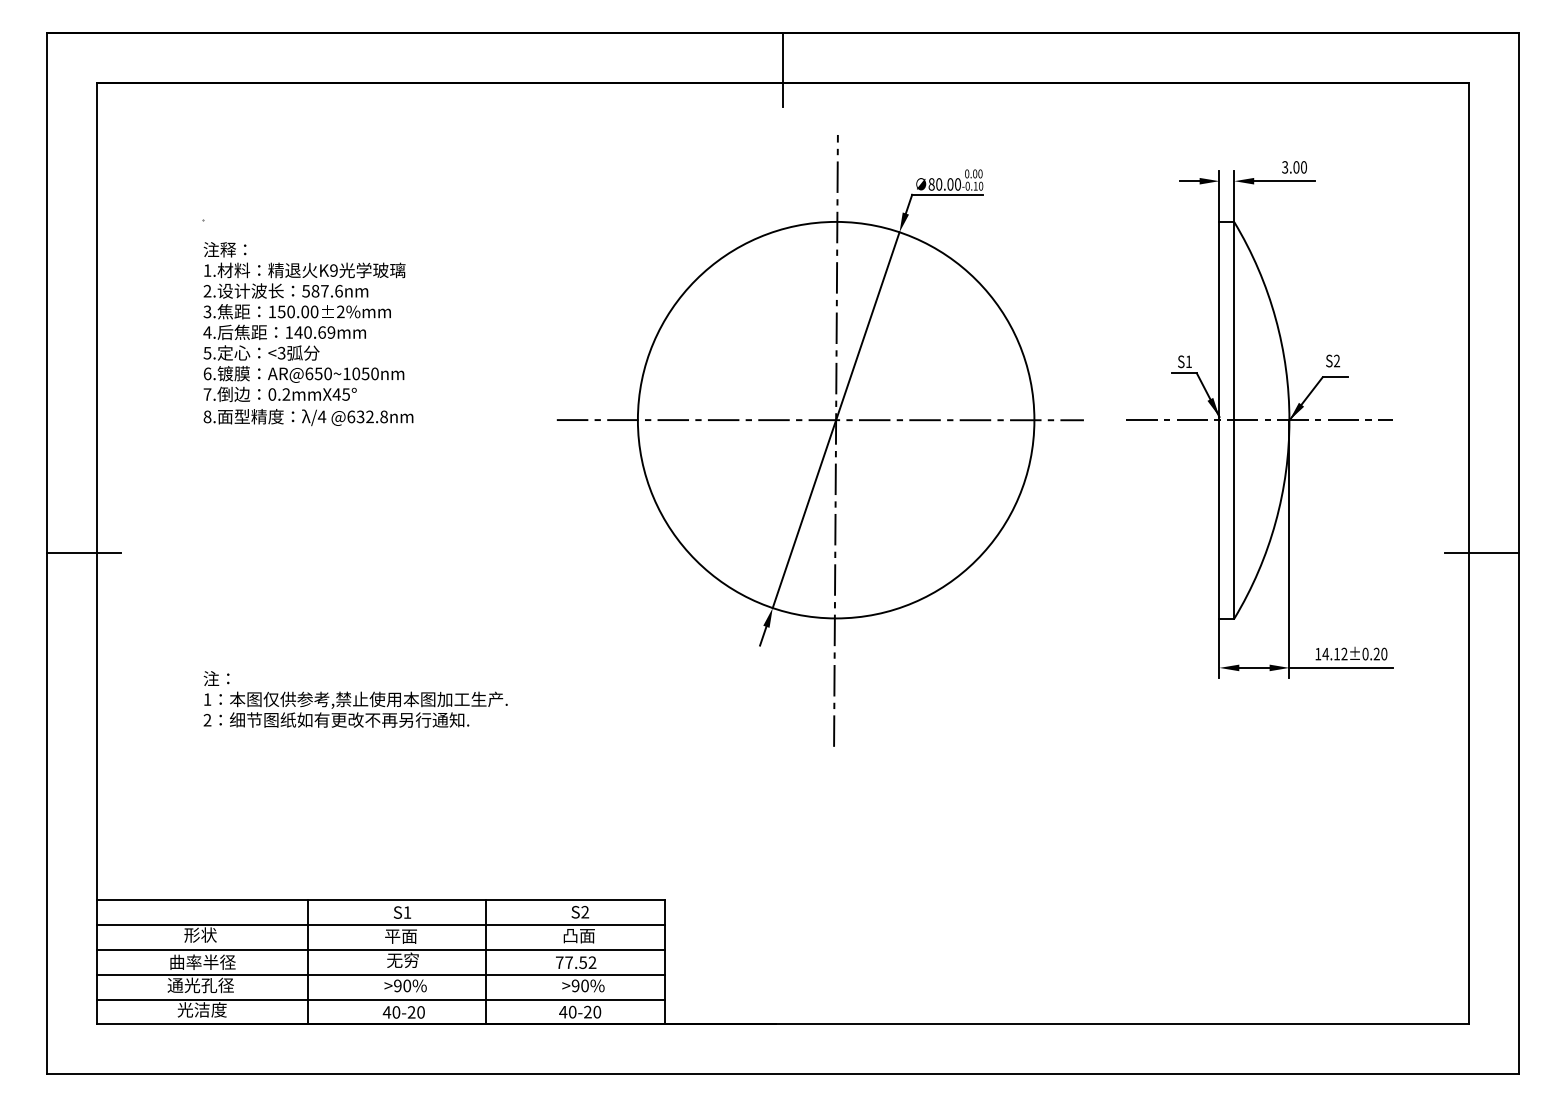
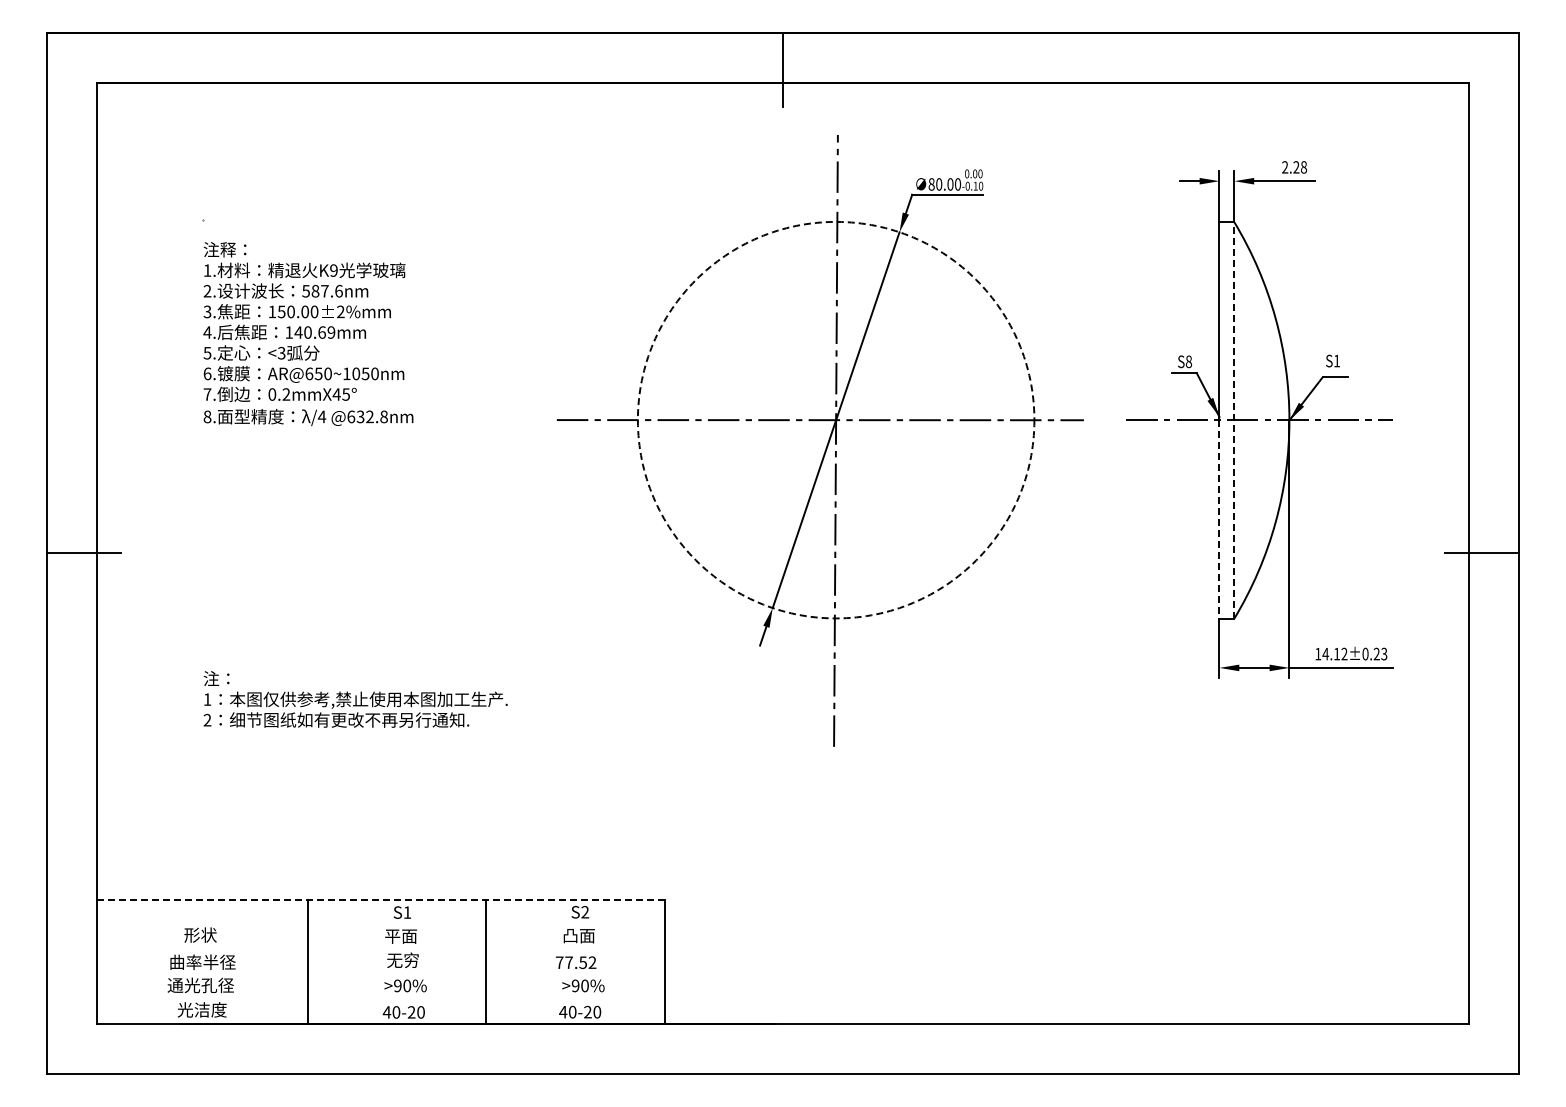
text at (1294, 167): 3.00 -> 2.28
text at (1337, 360): S2 -> S1
text at (1189, 361): S1 -> S8
circle at (835, 419): solid -> dashed
line at (1234, 419): solid -> dashed
line at (1219, 520): solid -> dashed
text at (1384, 654): 14.12±0.20 -> 14.12±0.23
line at (381, 900): solid -> dashed
line at (380, 925): present -> none
line at (380, 950): present -> none
line at (380, 974): present -> none
line at (380, 999): present -> none
